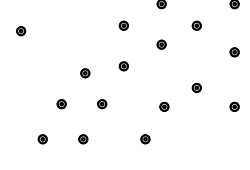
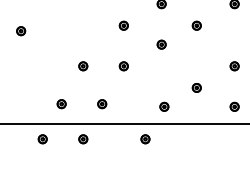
part at (234, 52) position: (234, 52) -> (234, 66)
part at (85, 73) position: (85, 73) -> (83, 66)
line at (124, 123): none -> present
